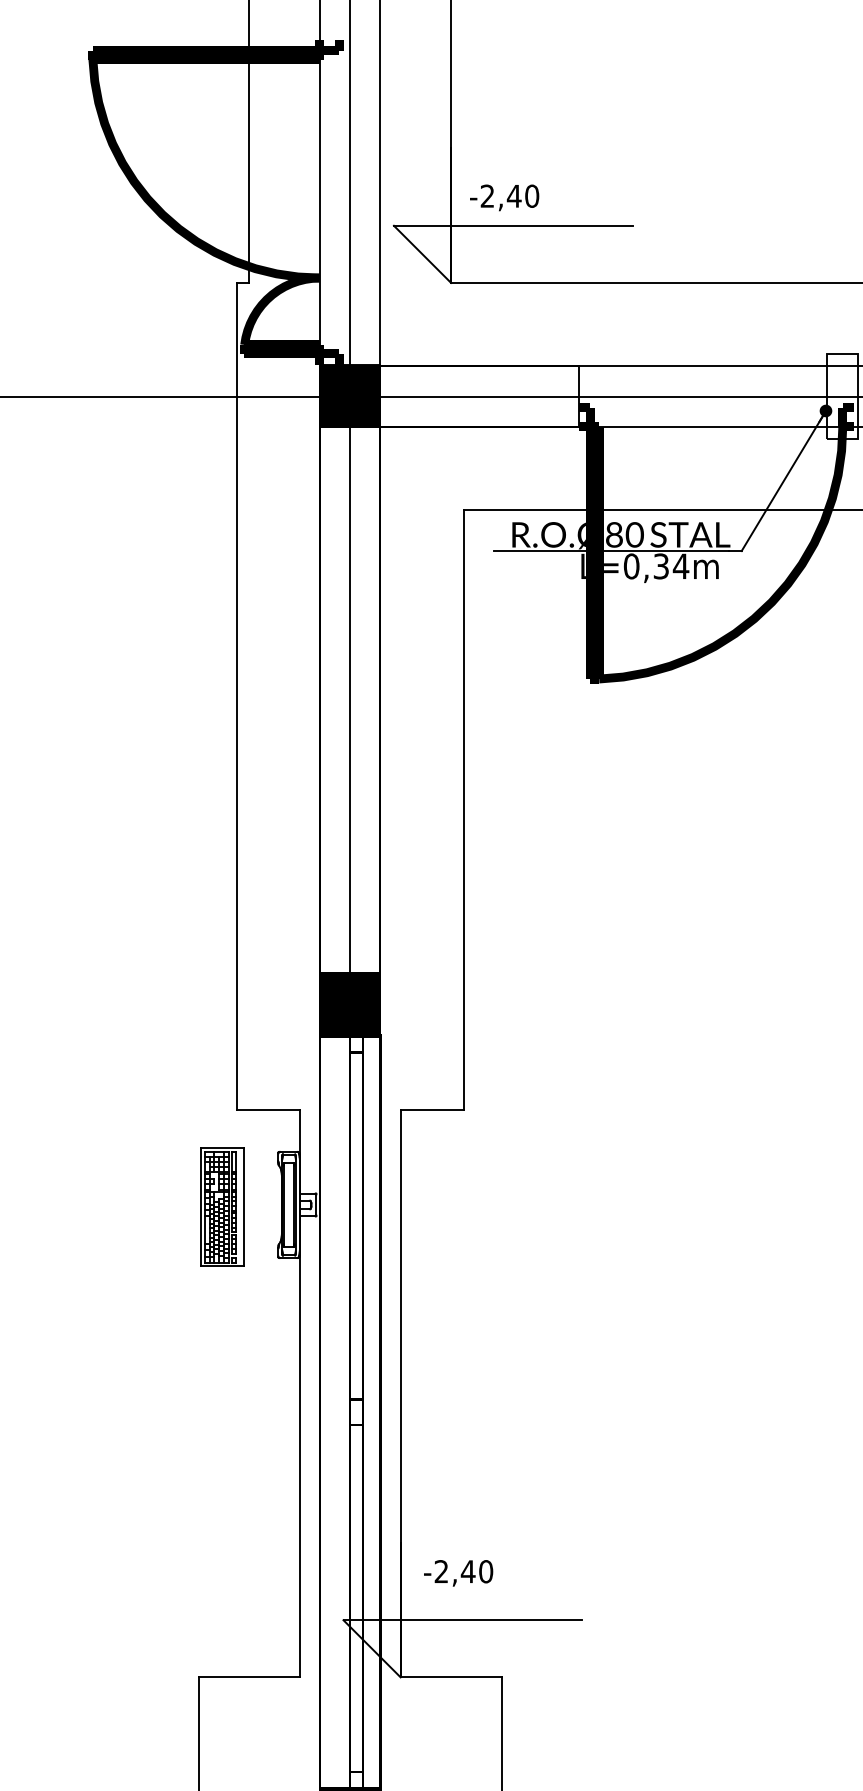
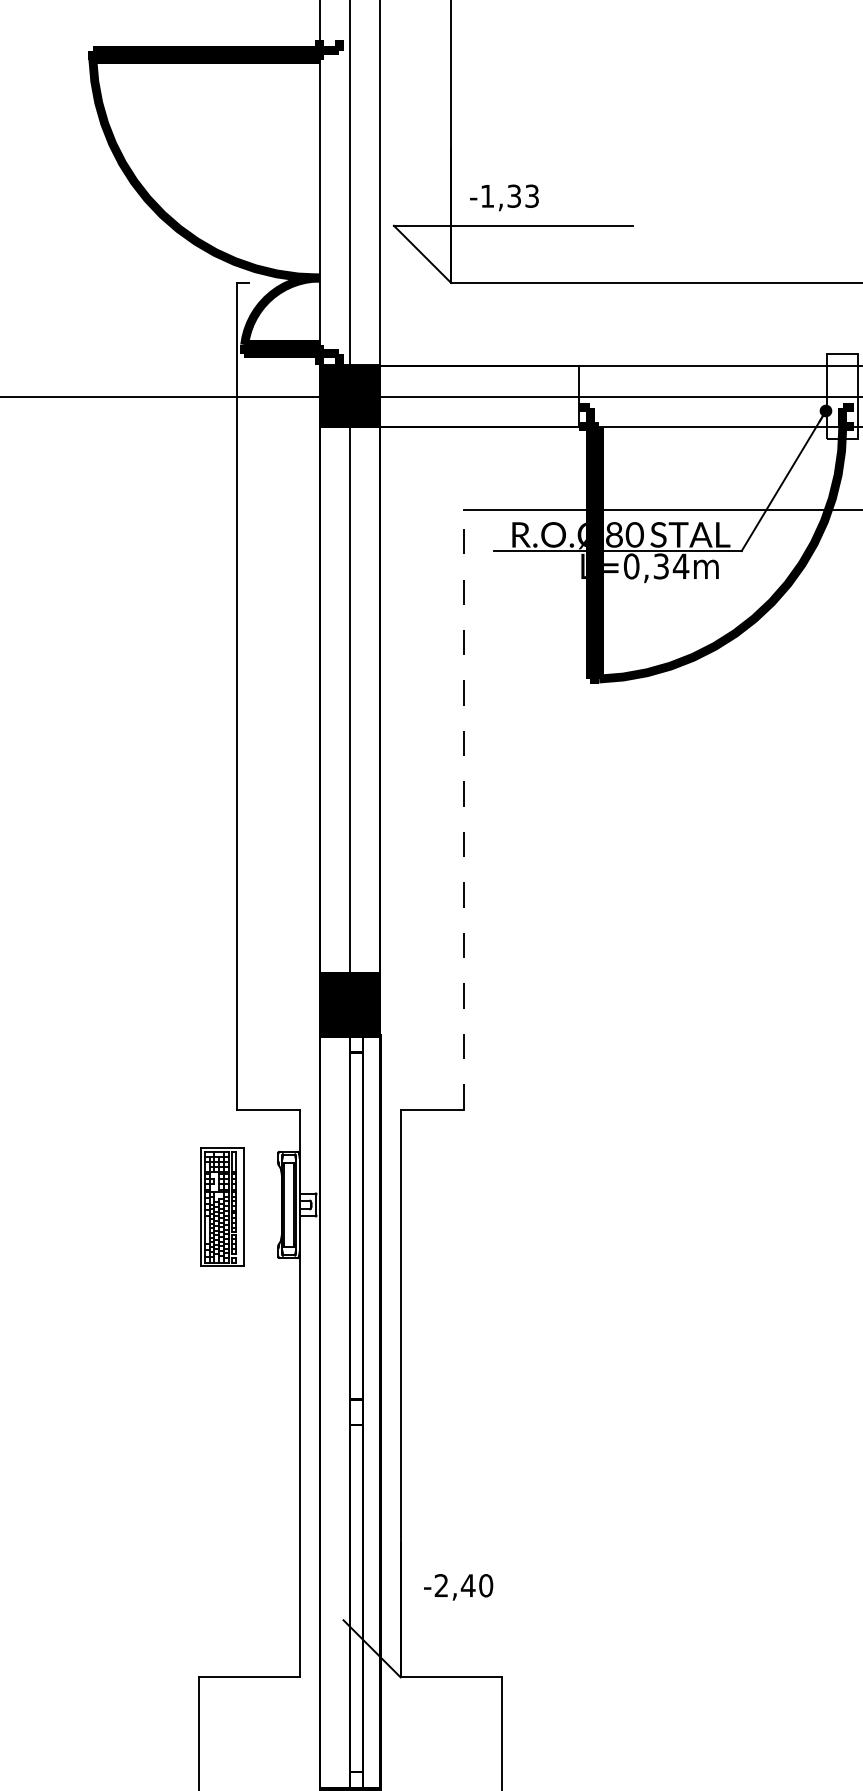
line at (249, 142): present -> none
text at (509, 195): -2,40 -> -1,33
line at (463, 809): solid -> dashed
text at (458, 1573) position: (458, 1573) -> (458, 1587)
line at (462, 1620): present -> none
